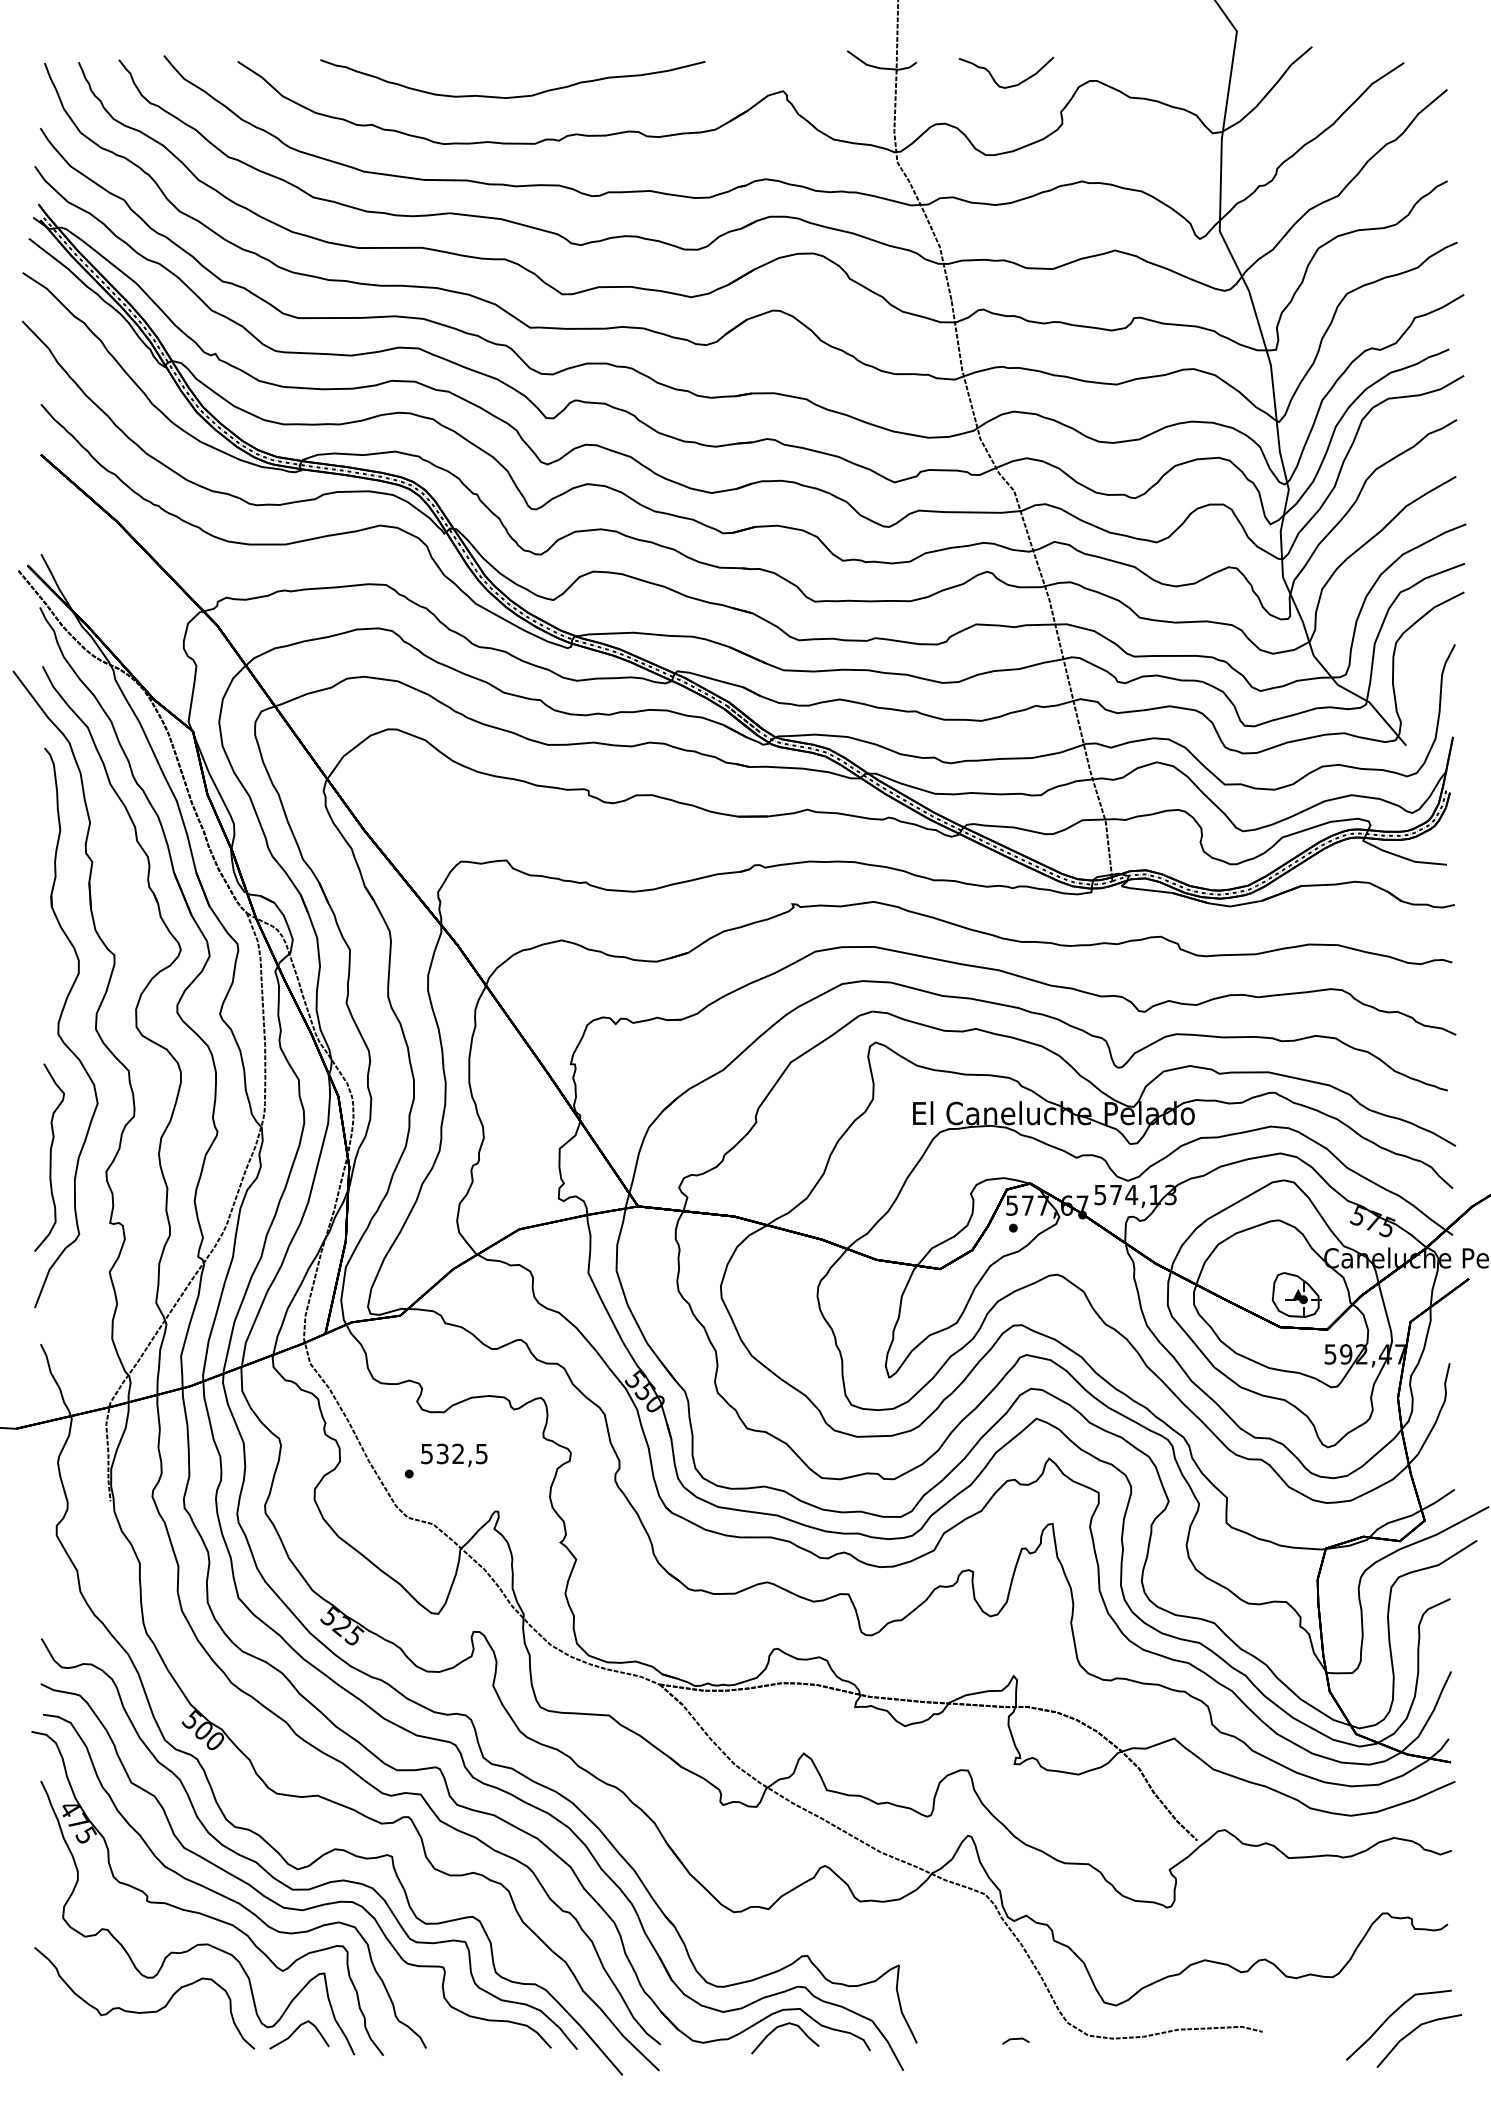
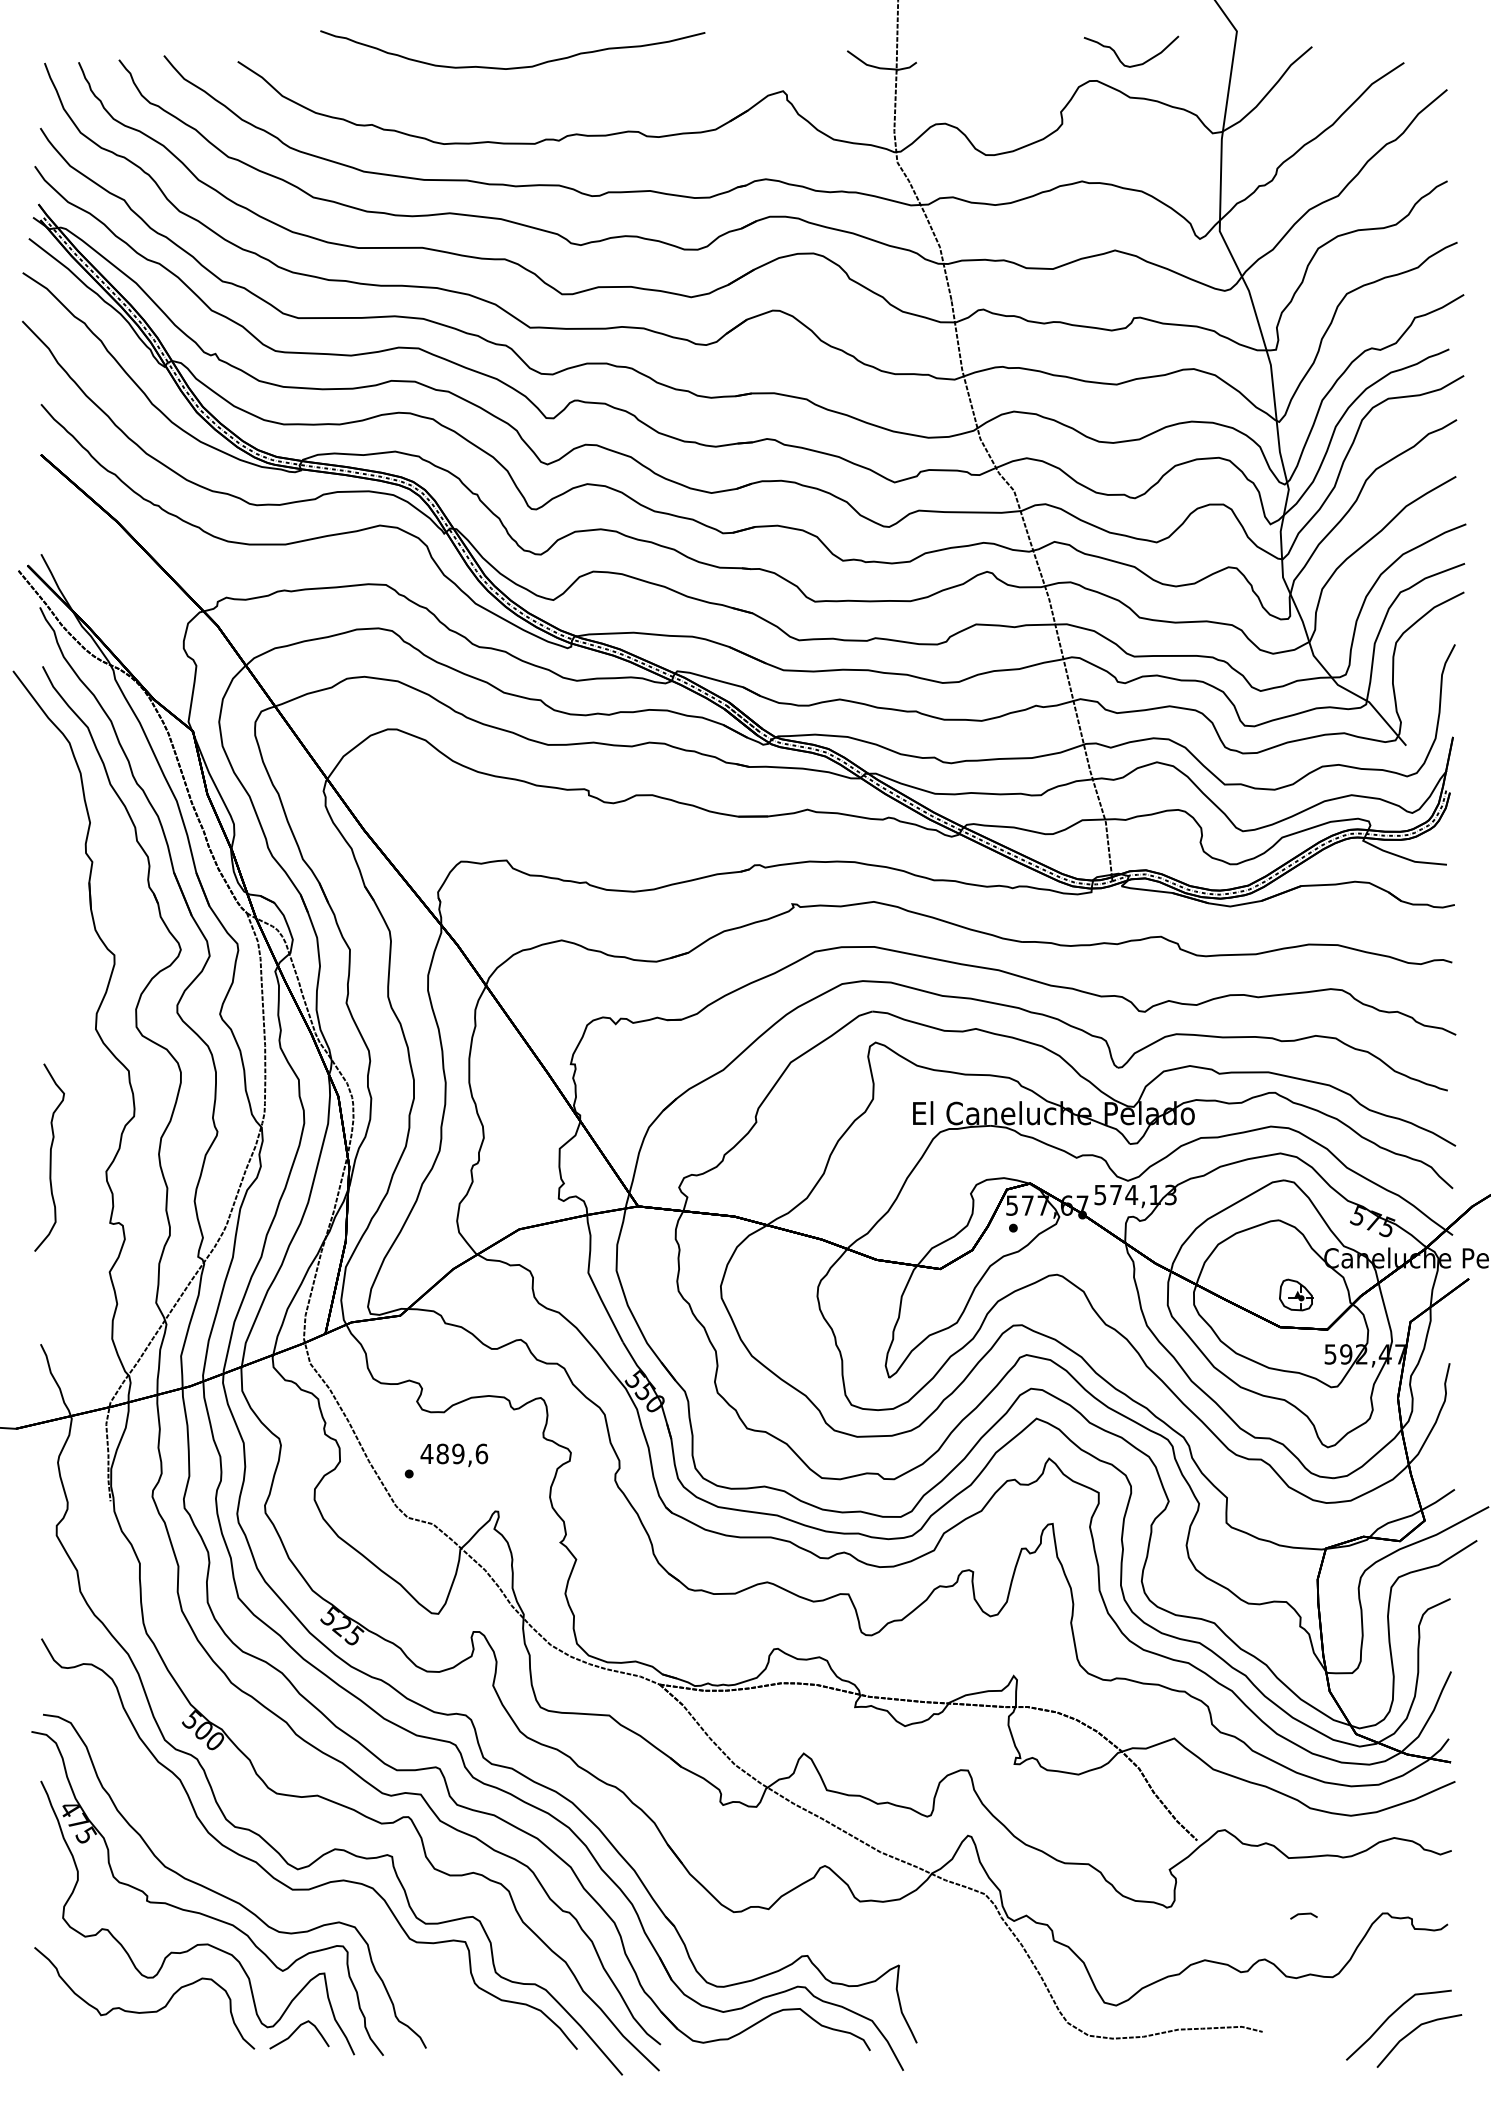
curve at (994, 78) position: (994, 78) -> (1119, 57)
curve at (512, 96) position: (512, 96) -> (512, 67)
part at (59, 1027): present -> none
part at (1296, 1294) size: 51x46 px -> 35x34 px
text at (454, 1453): 532,5 -> 489,6
curve at (275, 1901): present -> none
curve at (782, 2026): present -> none
line at (1015, 2039) position: (1015, 2039) -> (1303, 1914)
